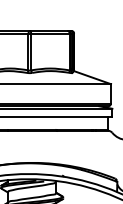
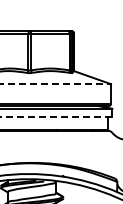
line at (56, 84): solid -> dashed
line at (56, 116): solid -> dashed
